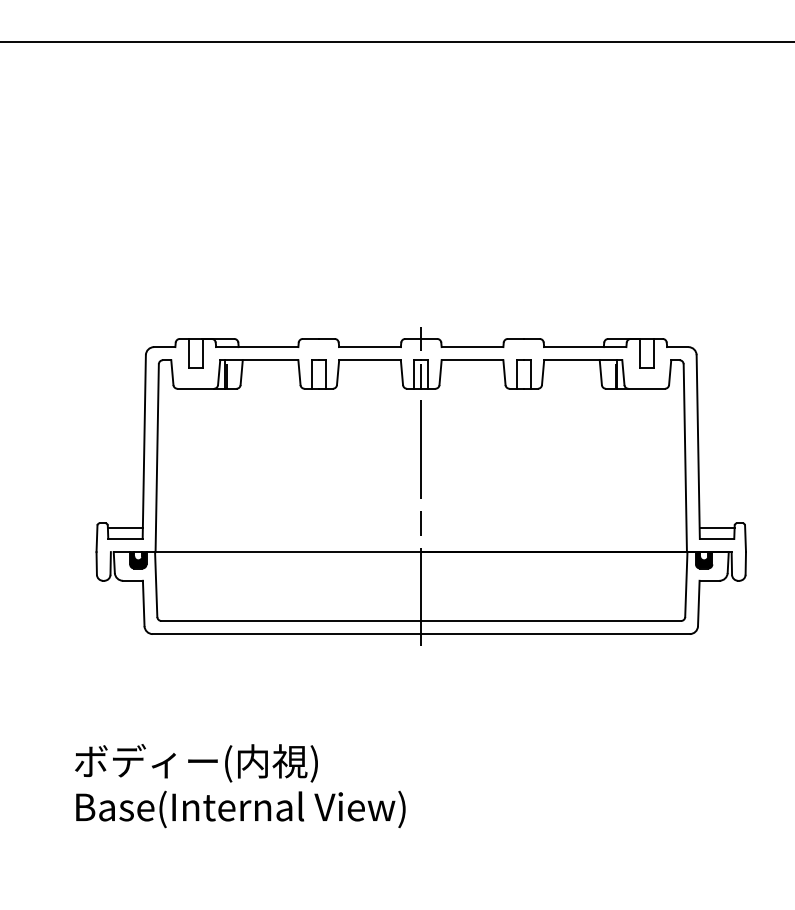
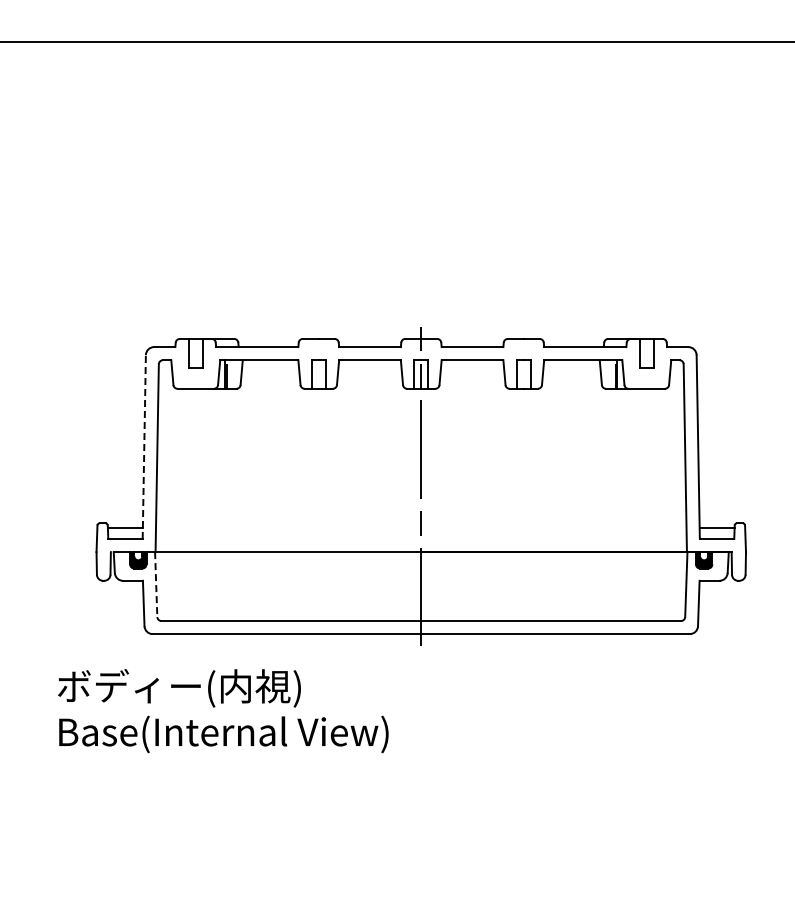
line at (144, 447): solid -> dashed
line at (156, 585): solid -> dashed
text at (240, 786) position: (240, 786) -> (223, 711)
